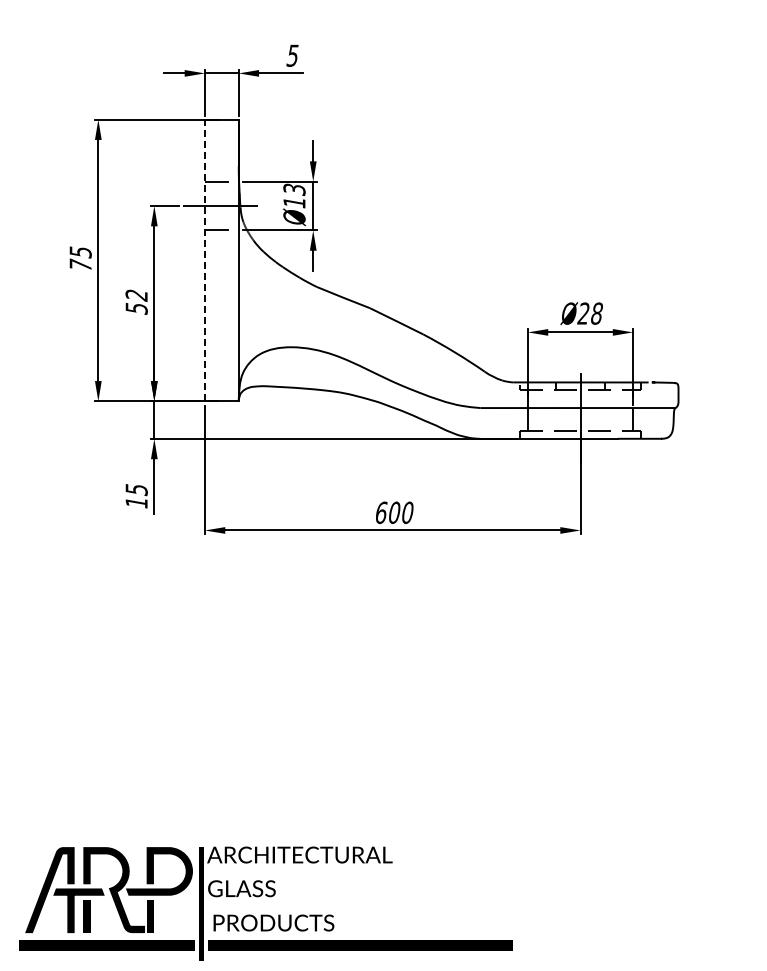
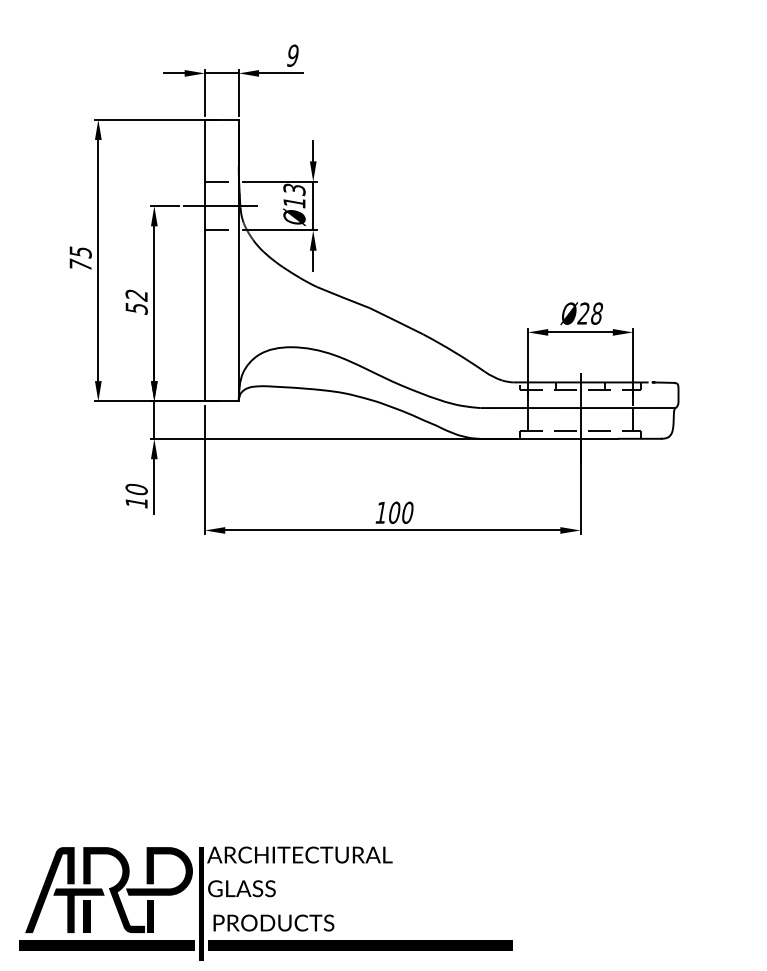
text at (292, 55): 5 -> 9
line at (204, 260): dashed -> solid
text at (136, 489): 15 -> 10
text at (381, 512): 600 -> 100
